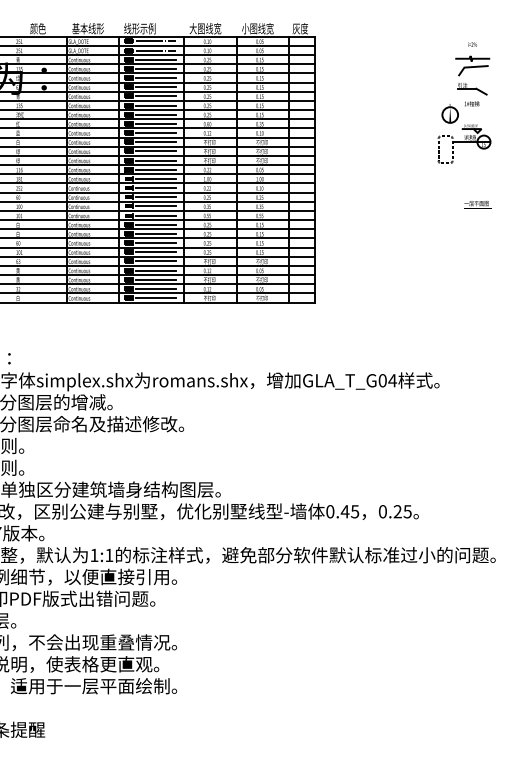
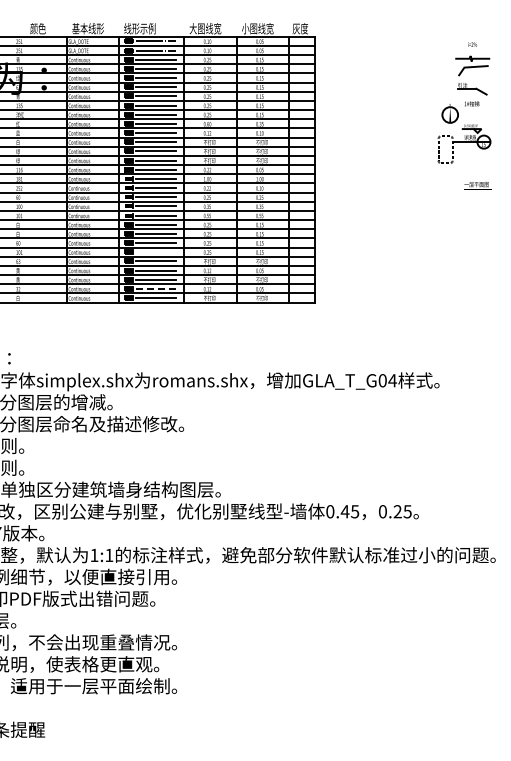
text at (477, 204) position: (477, 204) -> (477, 185)
line at (155, 252): present -> none
line at (156, 288): solid -> dashed
